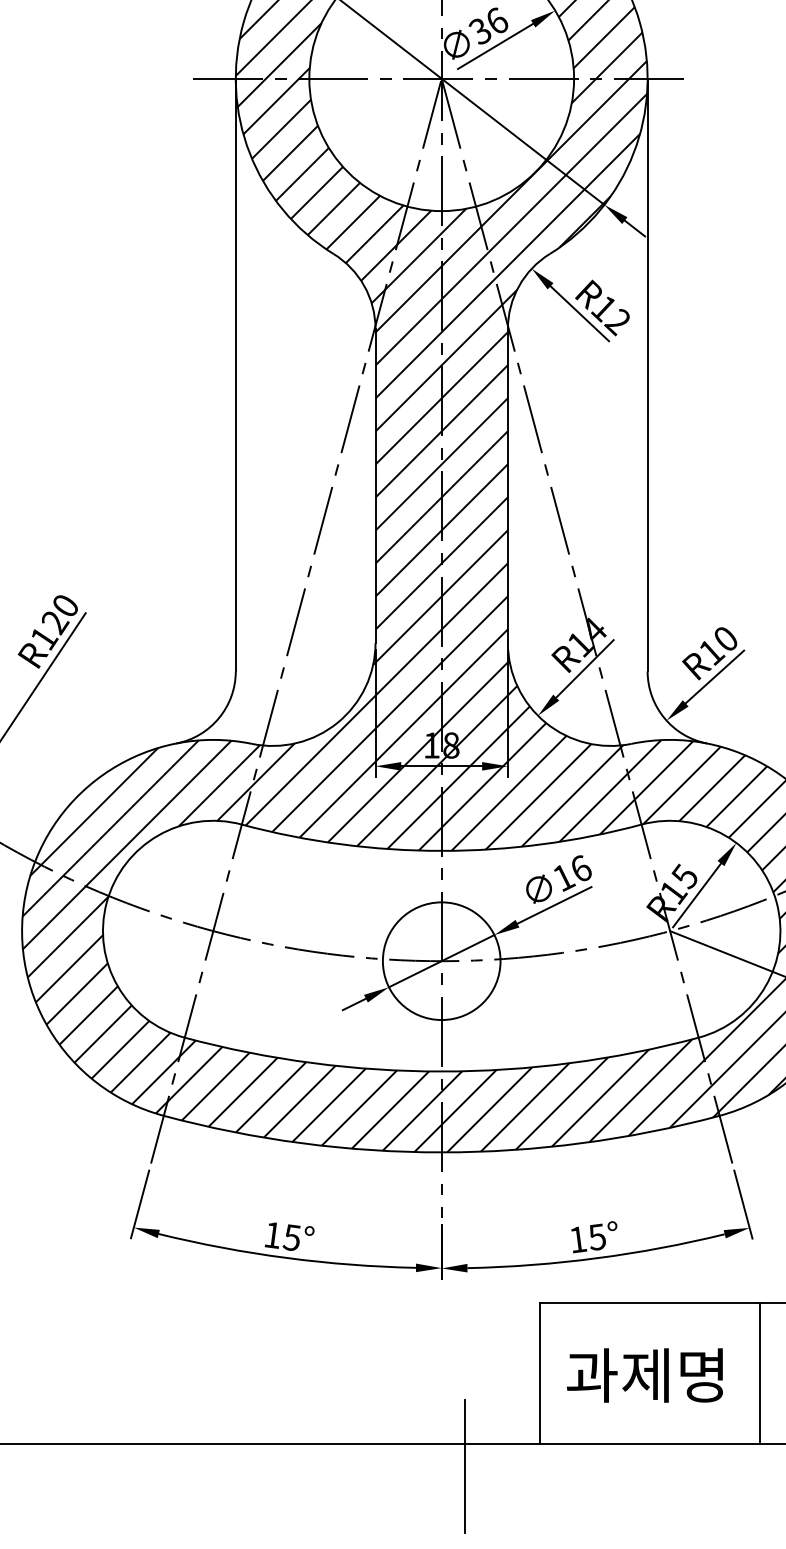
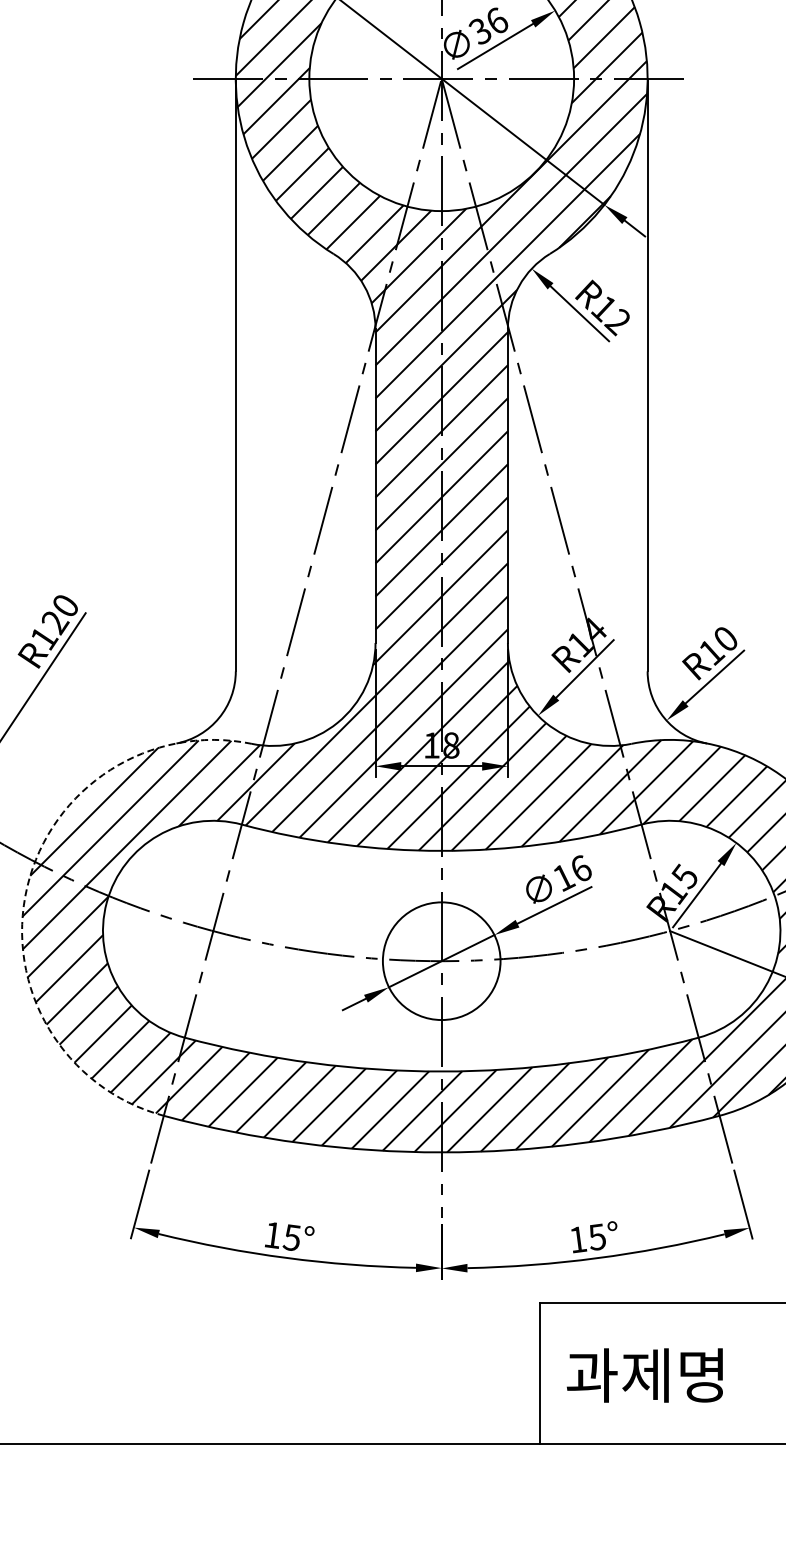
arc at (27, 887): solid -> dashed
line at (760, 1373): present -> none
line at (464, 1466): present -> none
